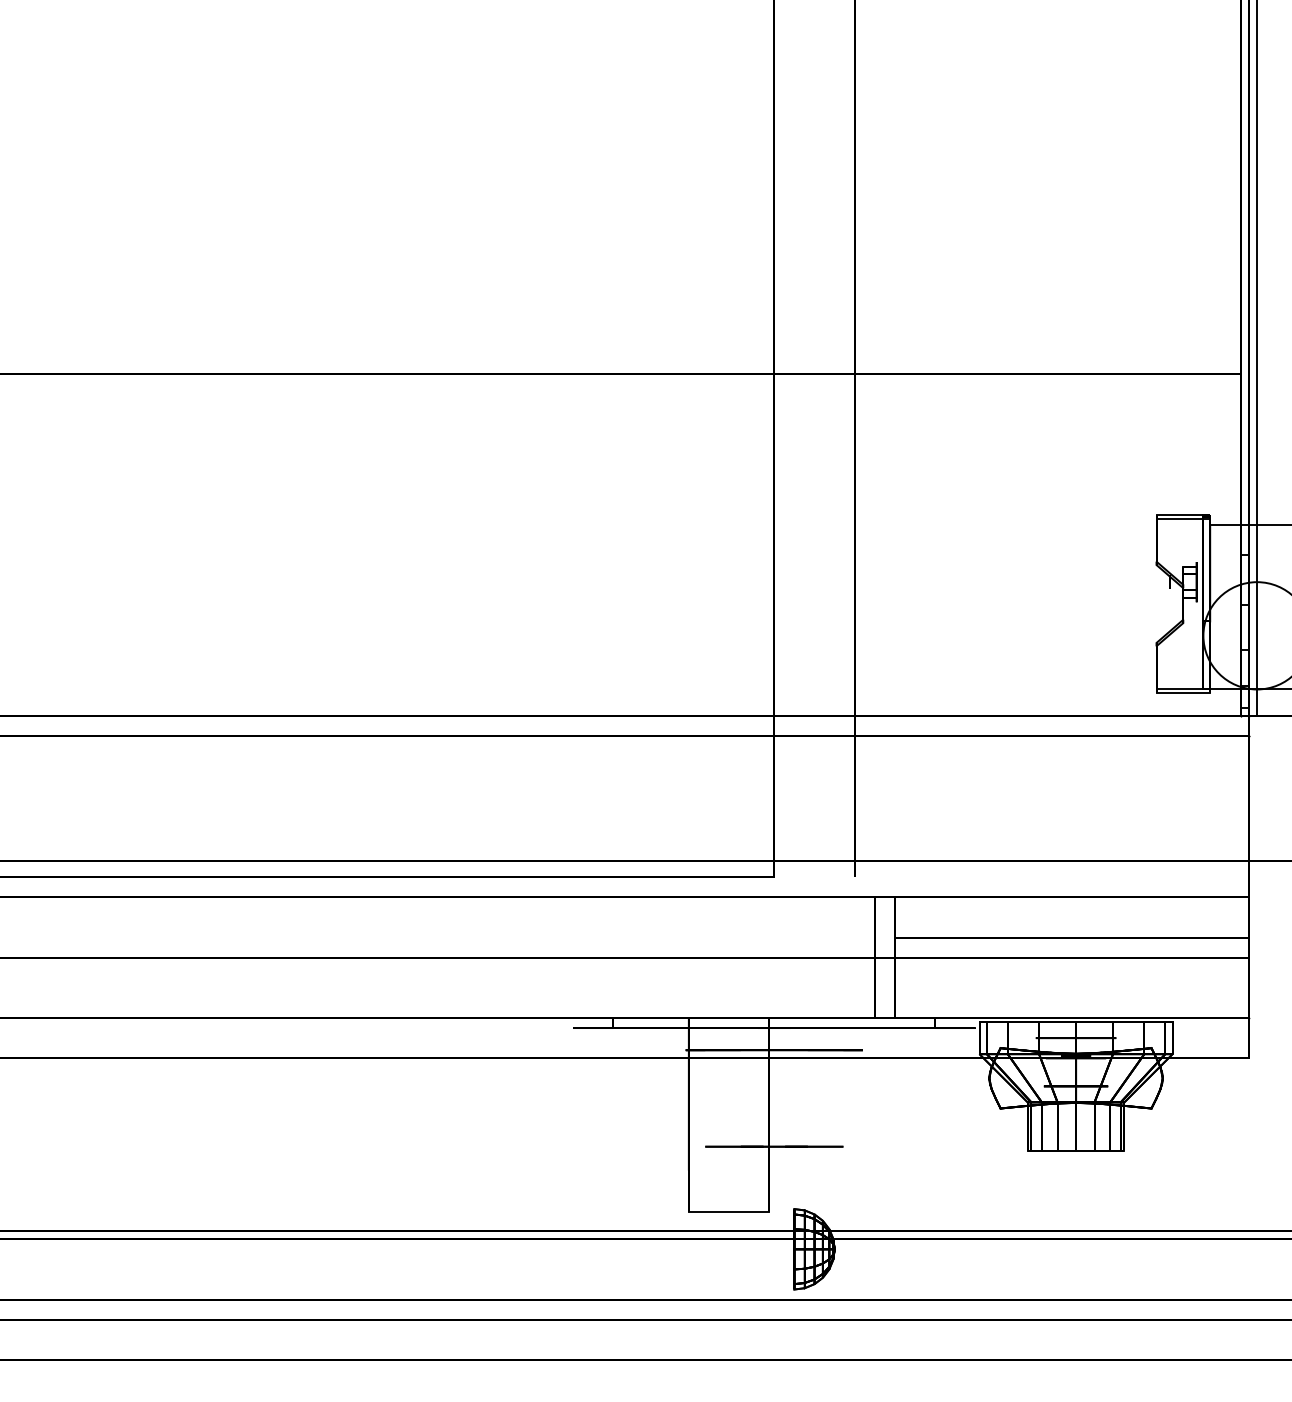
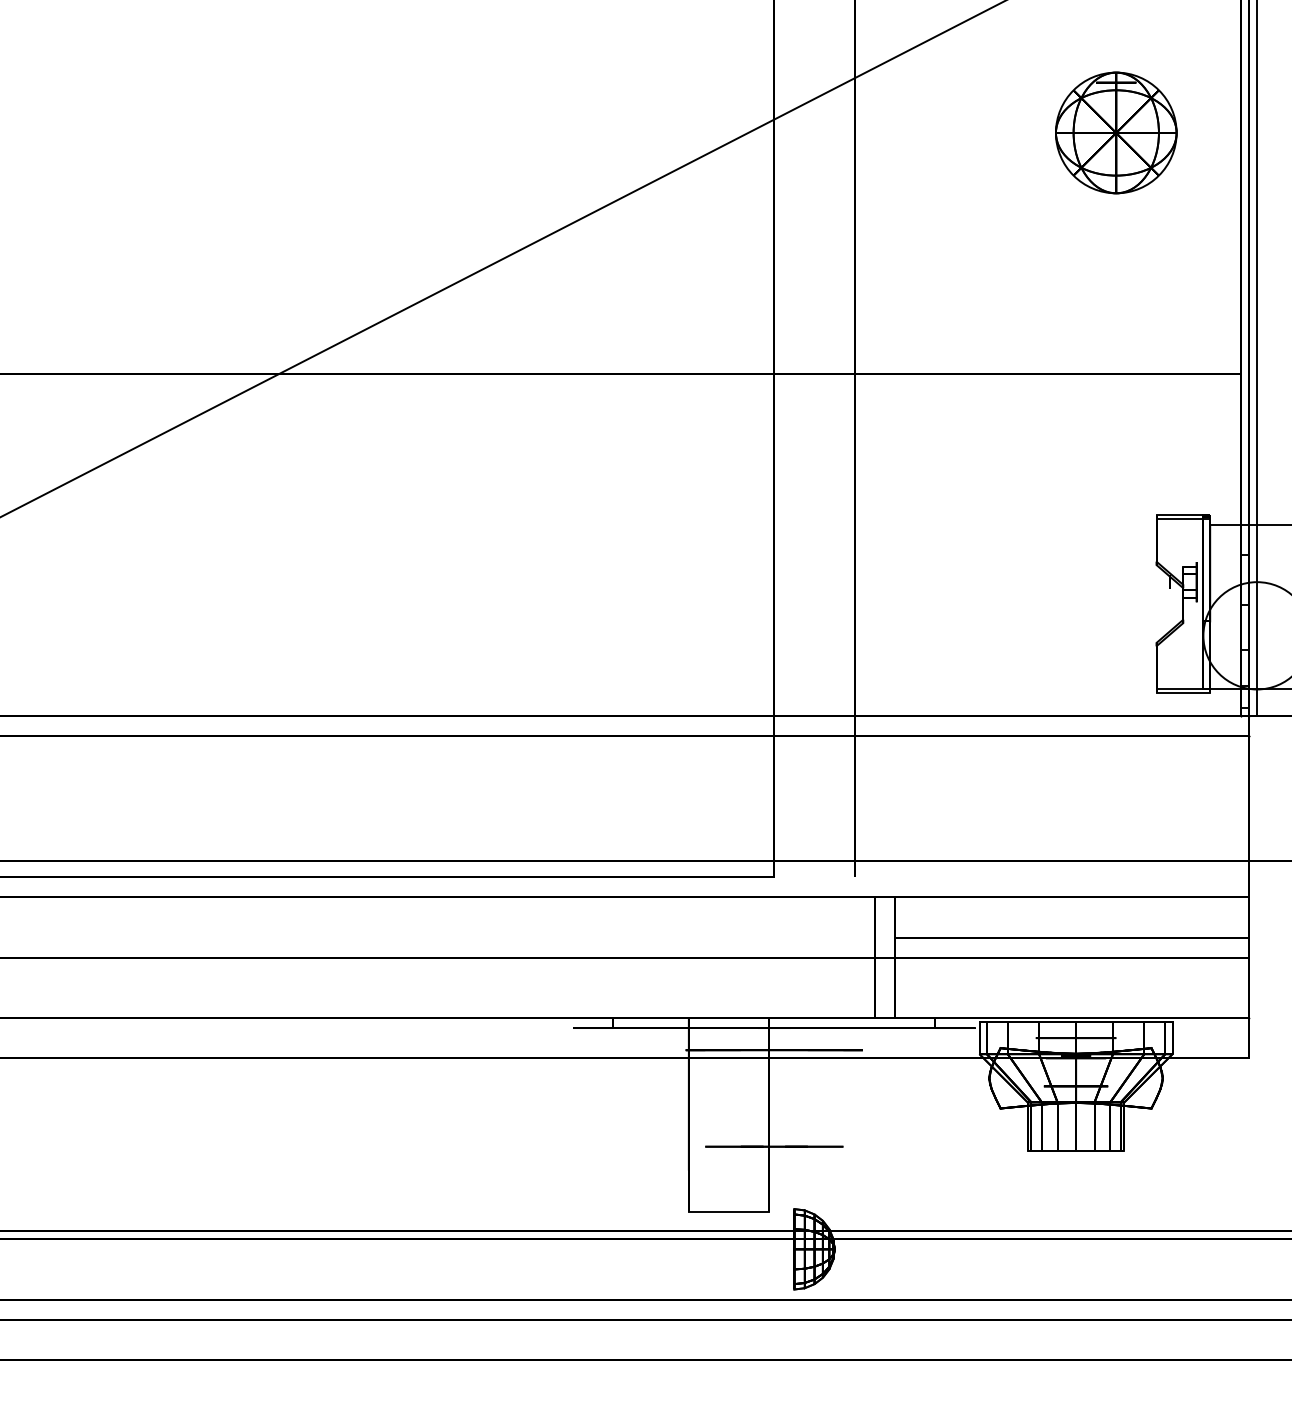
part at (1116, 132): none -> present
line at (502, 259): none -> present
